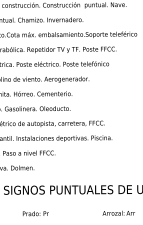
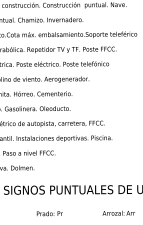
text at (35, 213) position: (35, 213) -> (49, 213)
